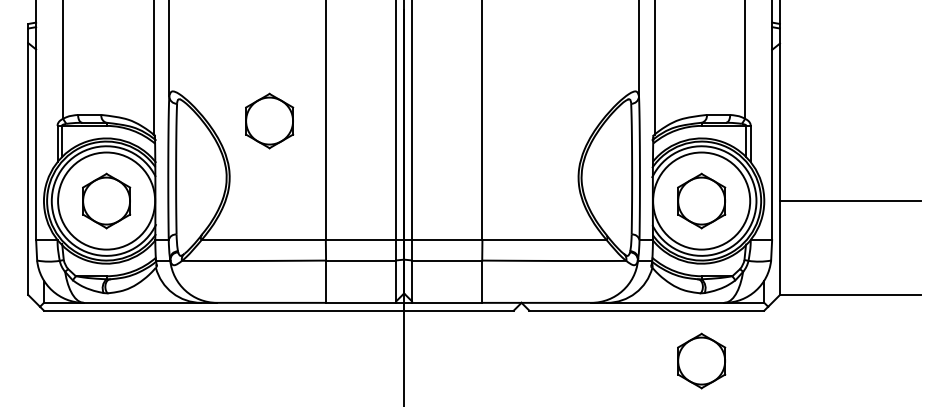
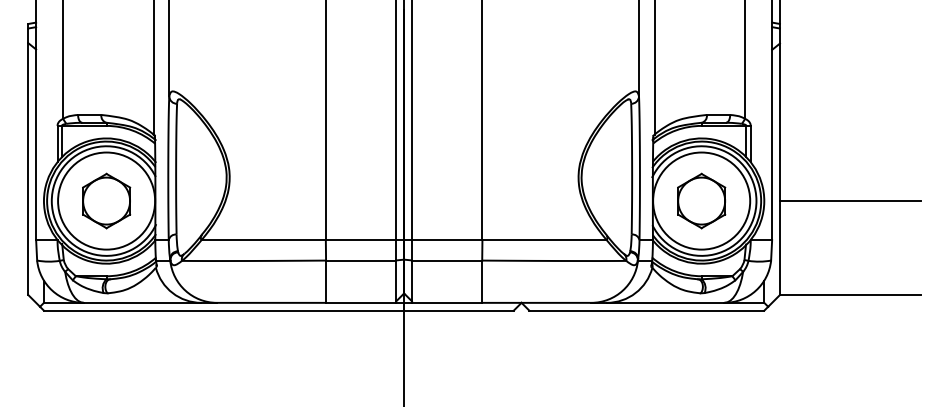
part at (269, 120): present -> none
part at (701, 360): present -> none
